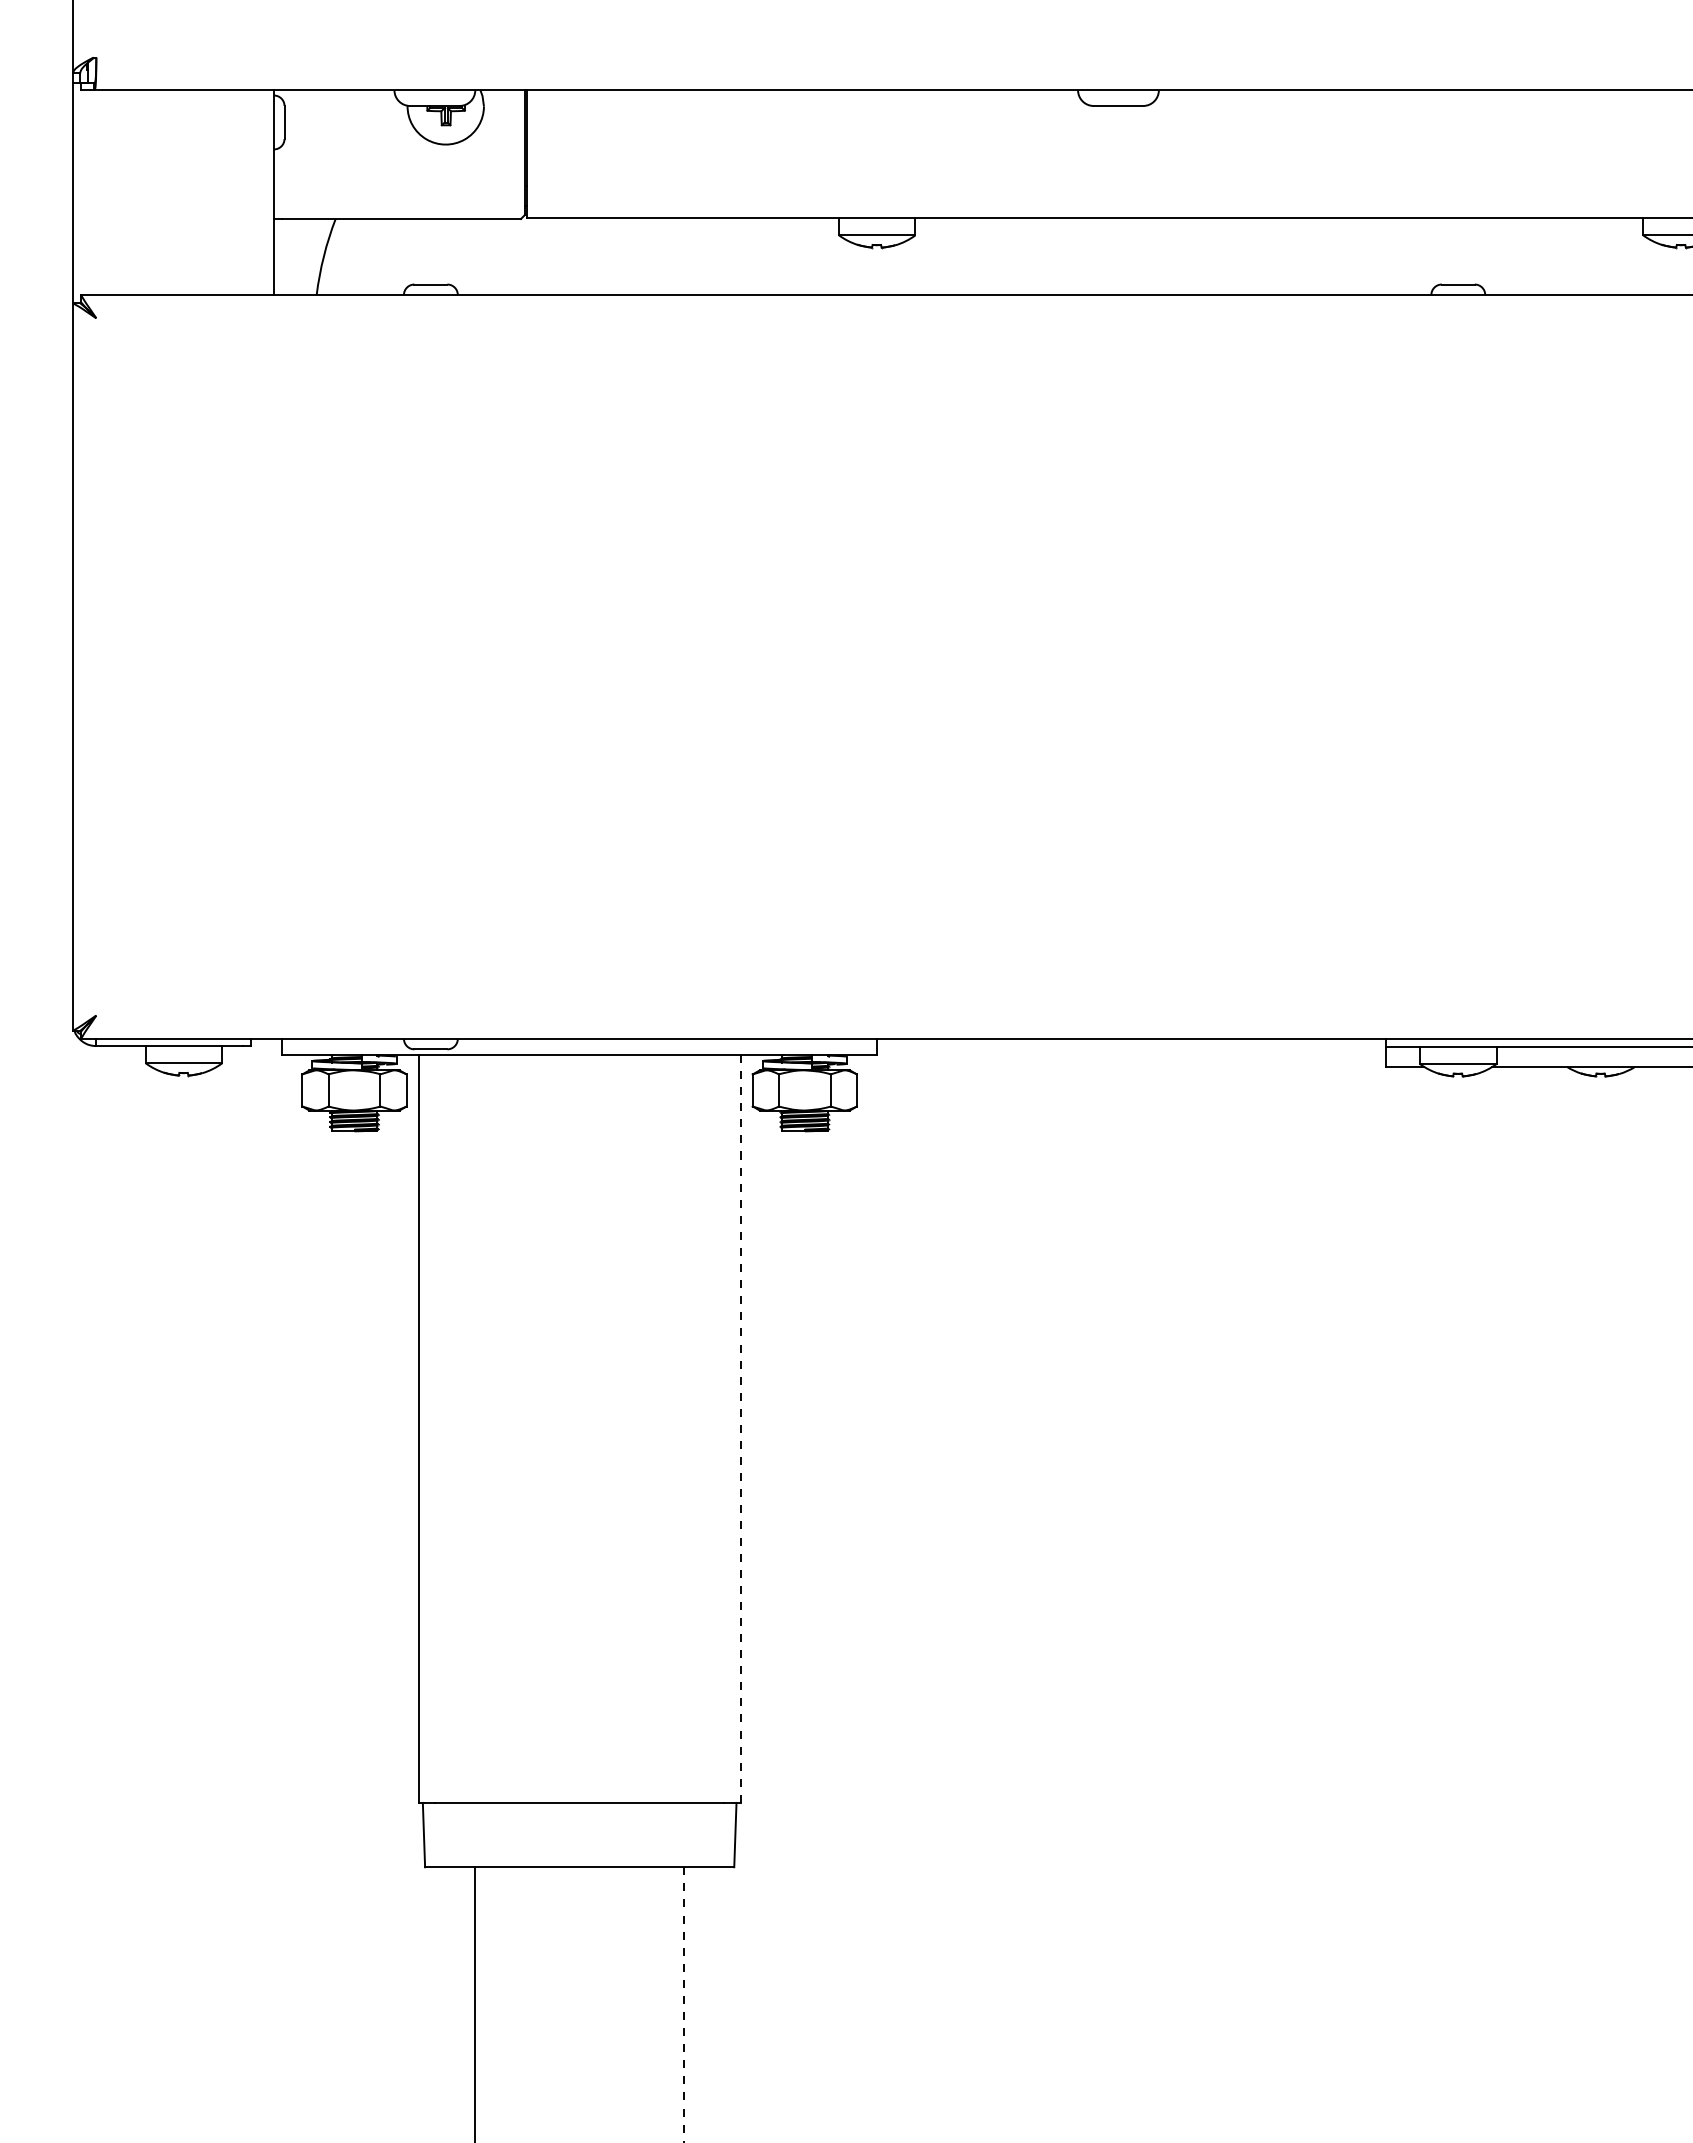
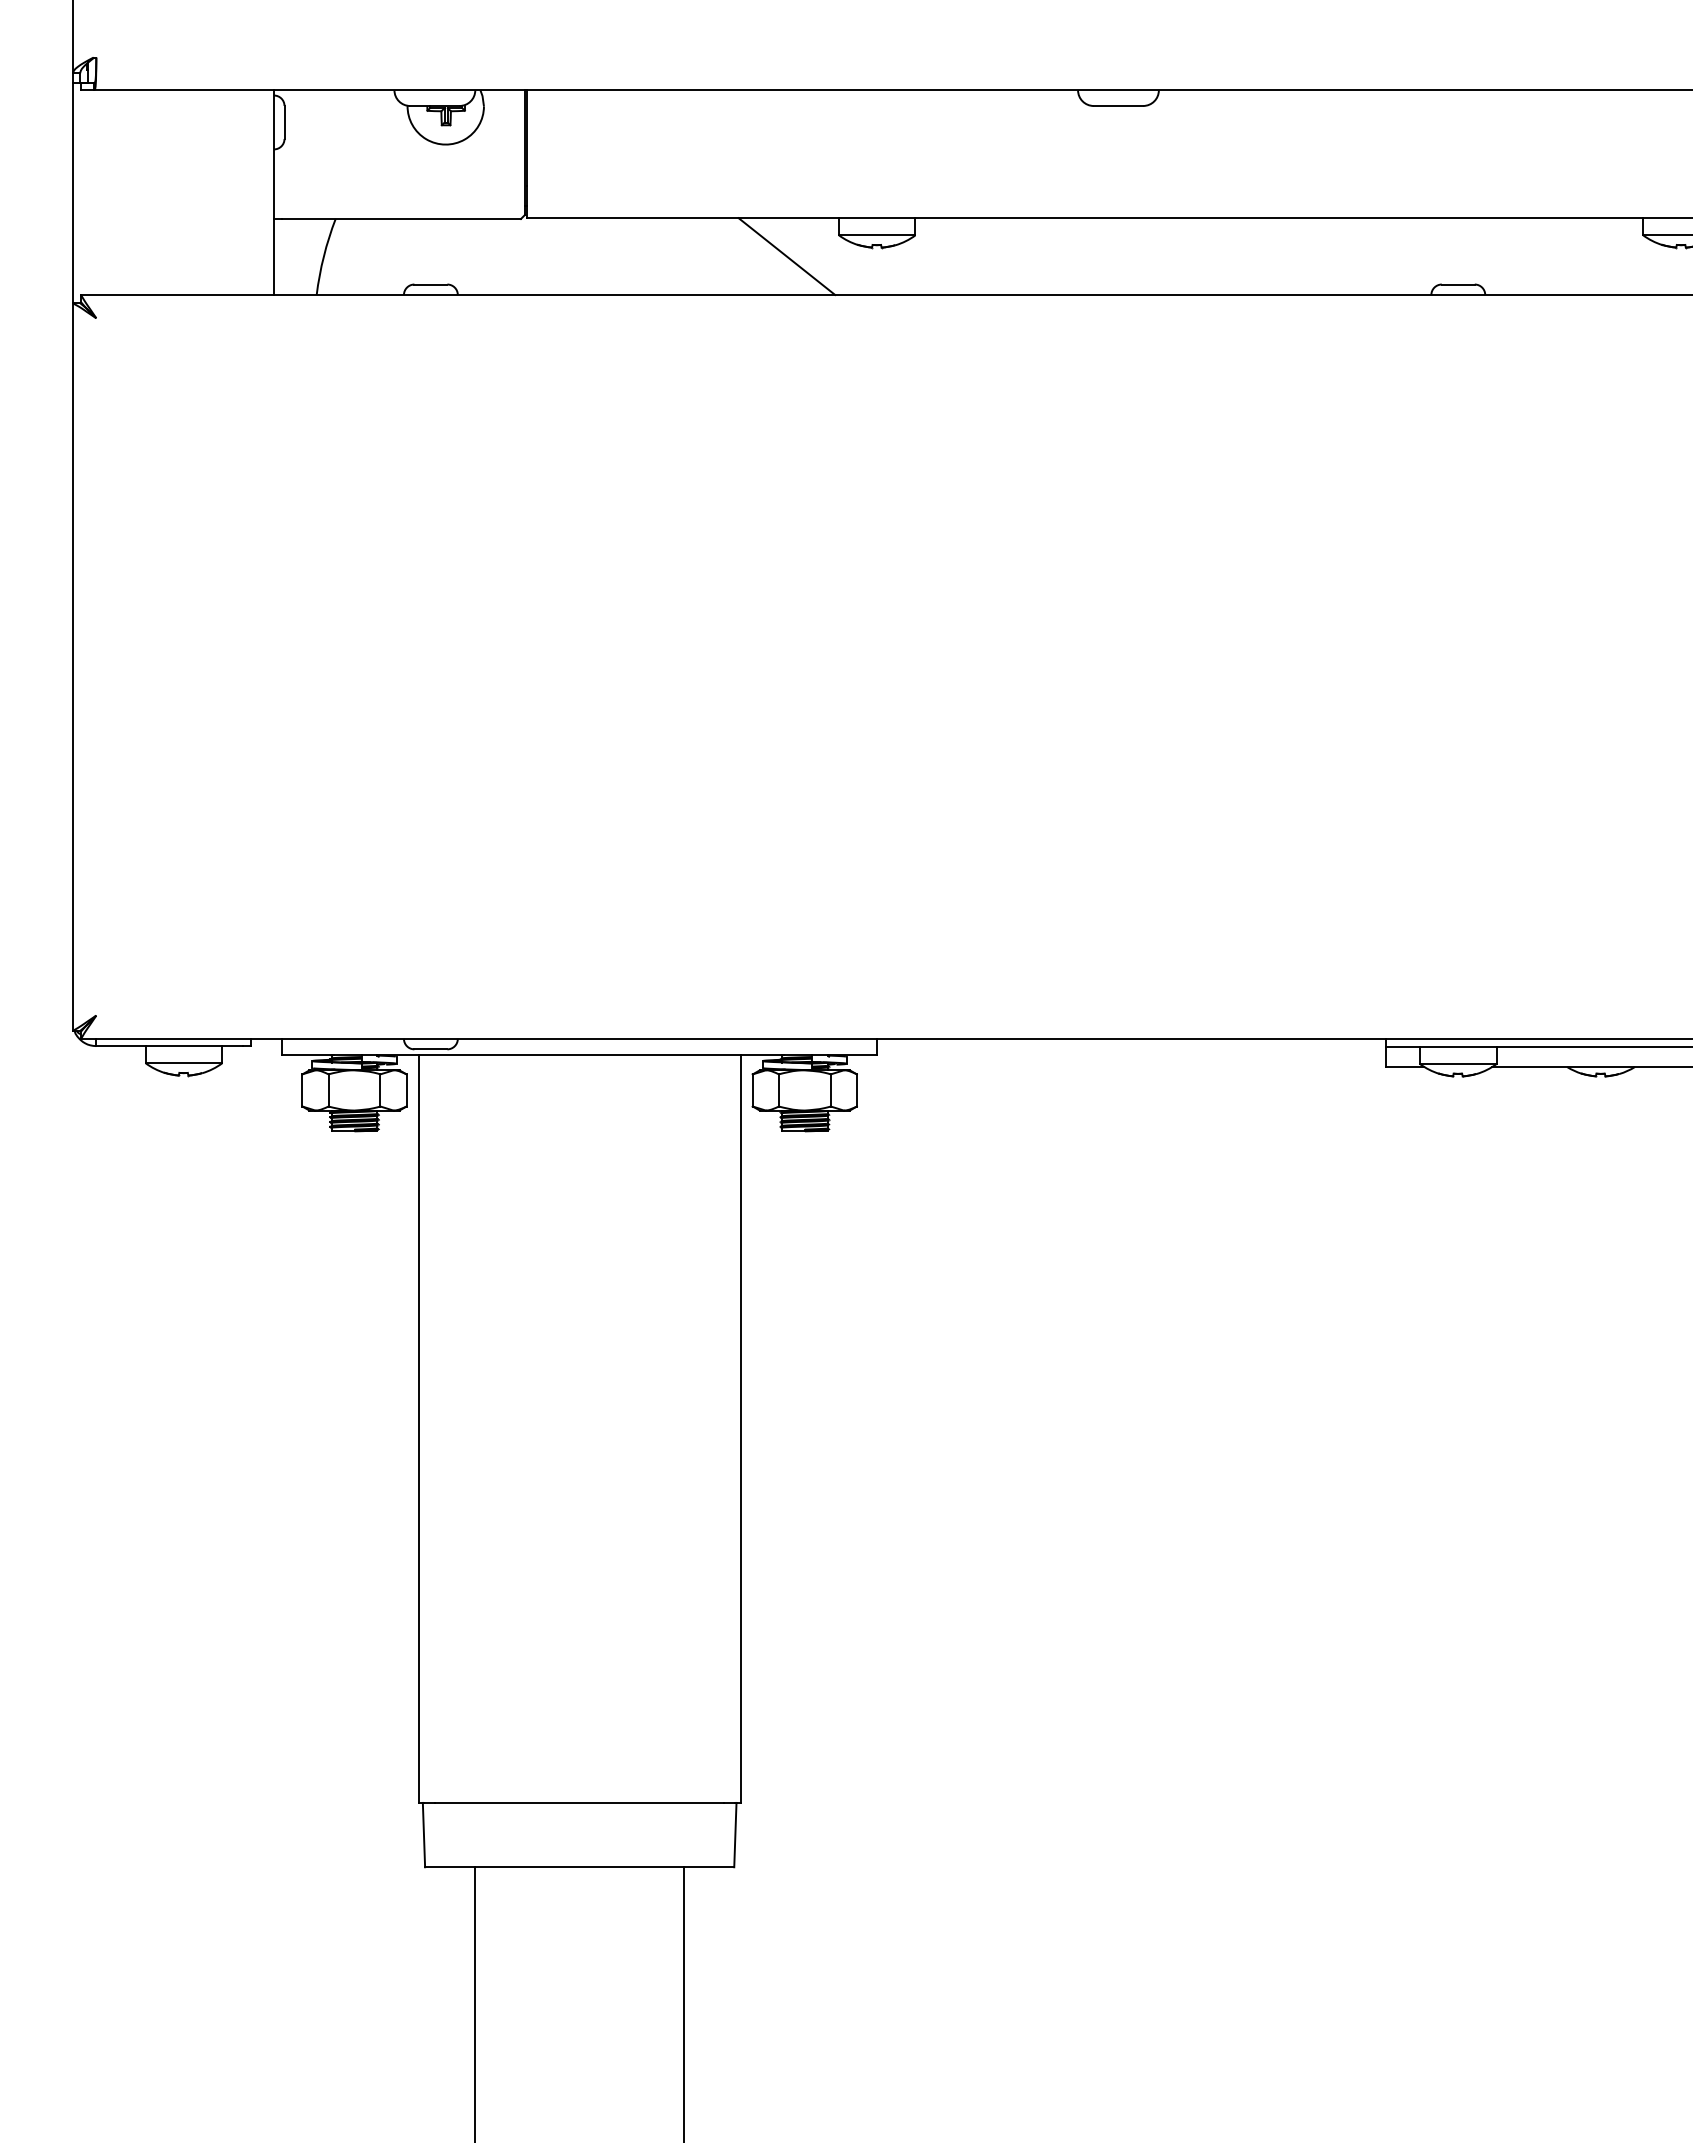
line at (786, 256): none -> present
line at (740, 1428): dashed -> solid
line at (684, 2005): dashed -> solid
